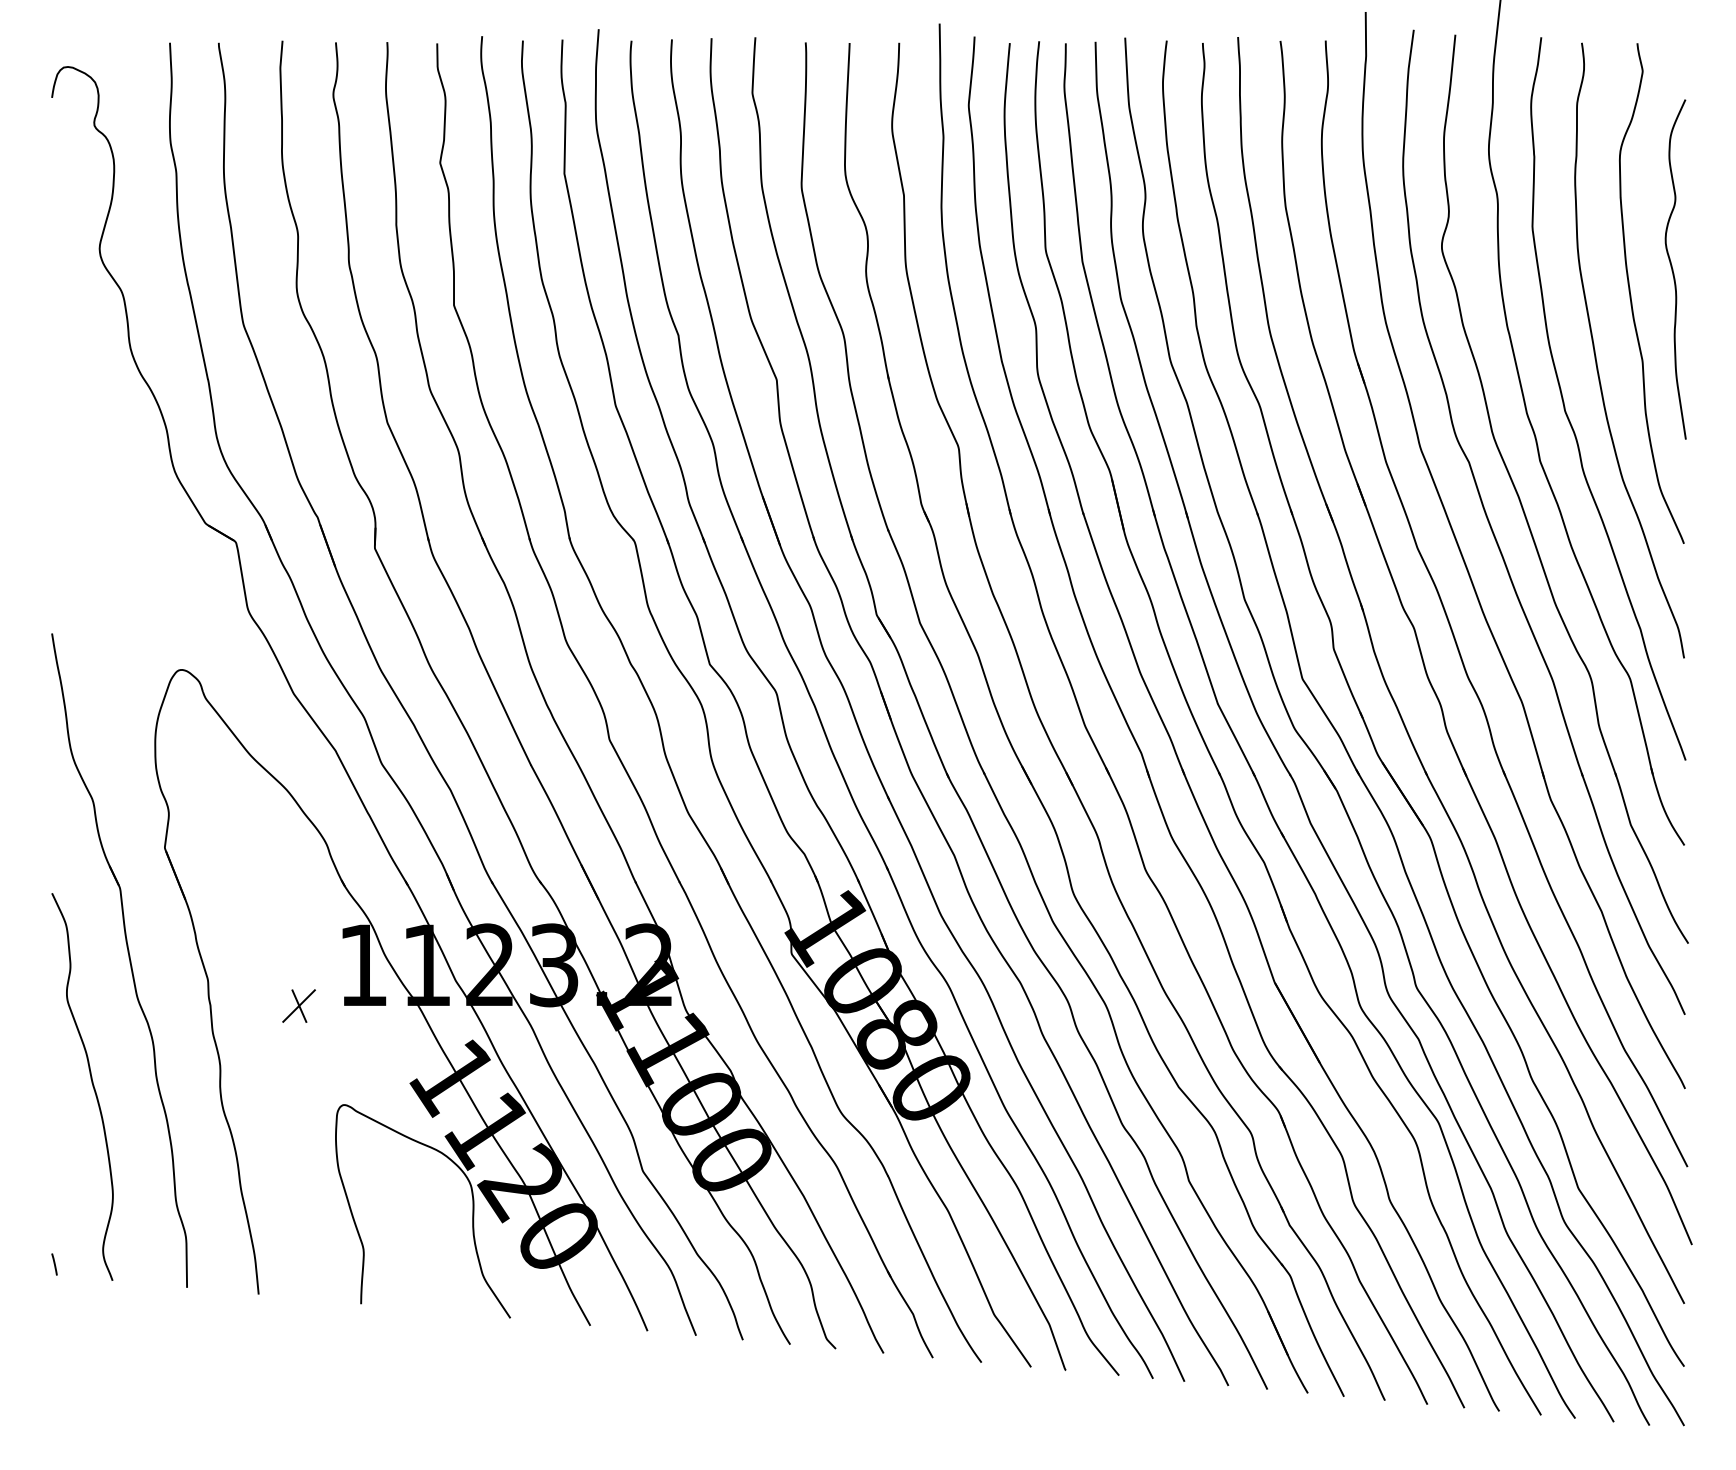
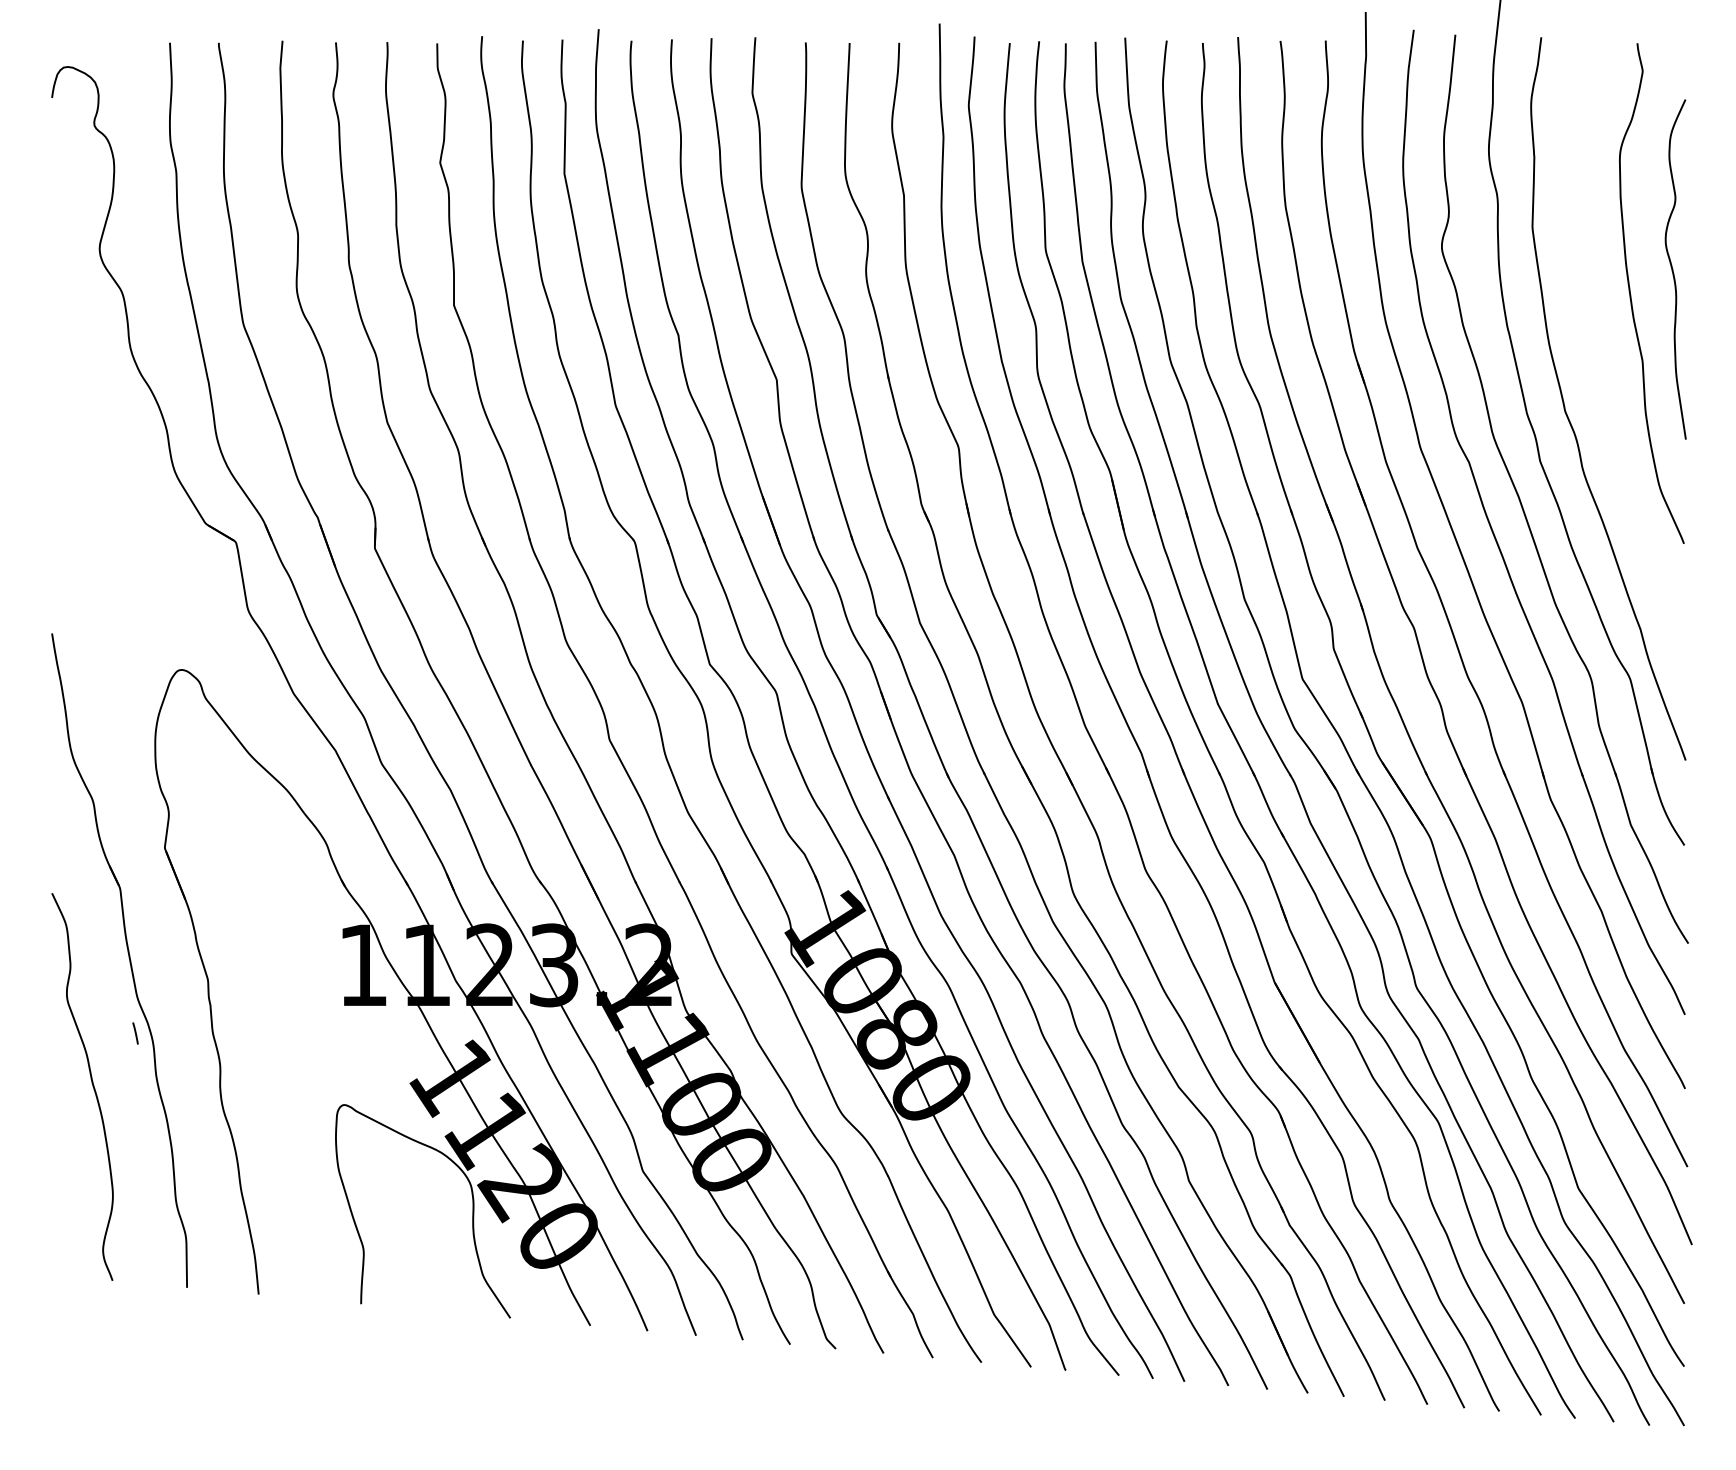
curve at (1596, 355): present -> none
part at (298, 1005): present -> none
line at (54, 1264) position: (54, 1264) -> (135, 1033)
